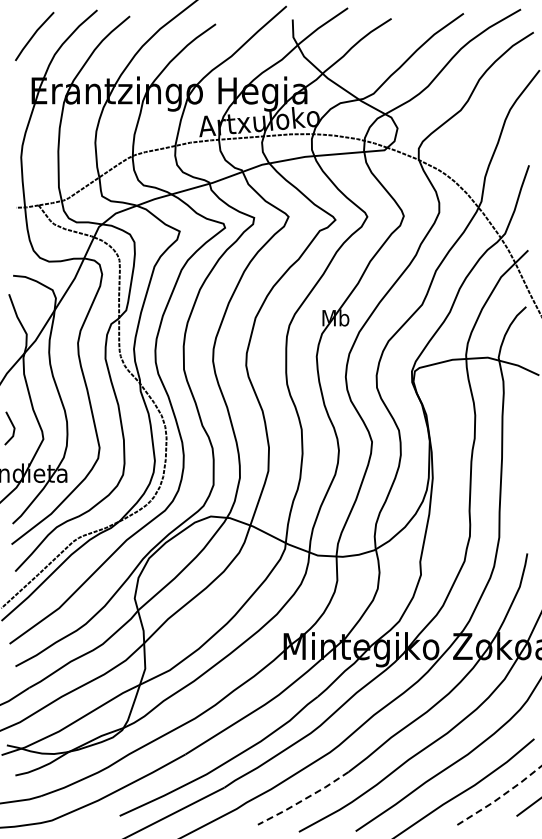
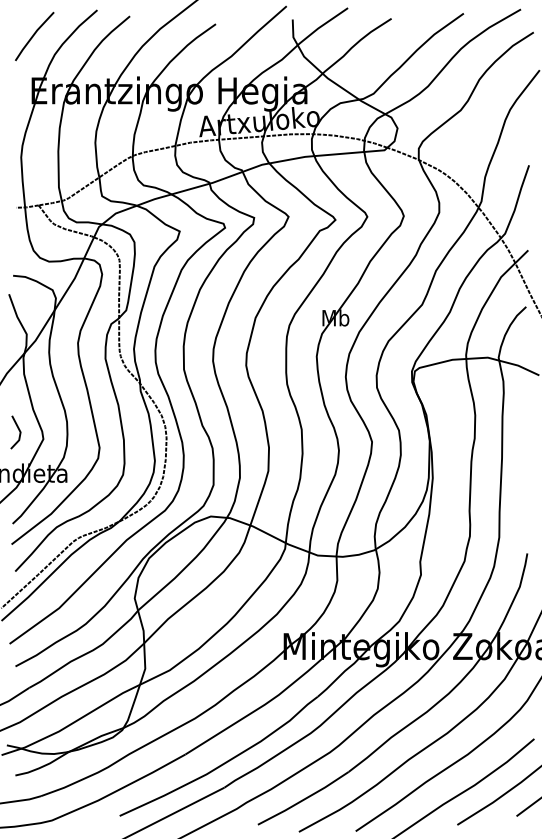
line at (12, 426) position: (12, 426) -> (18, 430)
line at (501, 796): dashed -> solid
line at (303, 799): dashed -> solid
